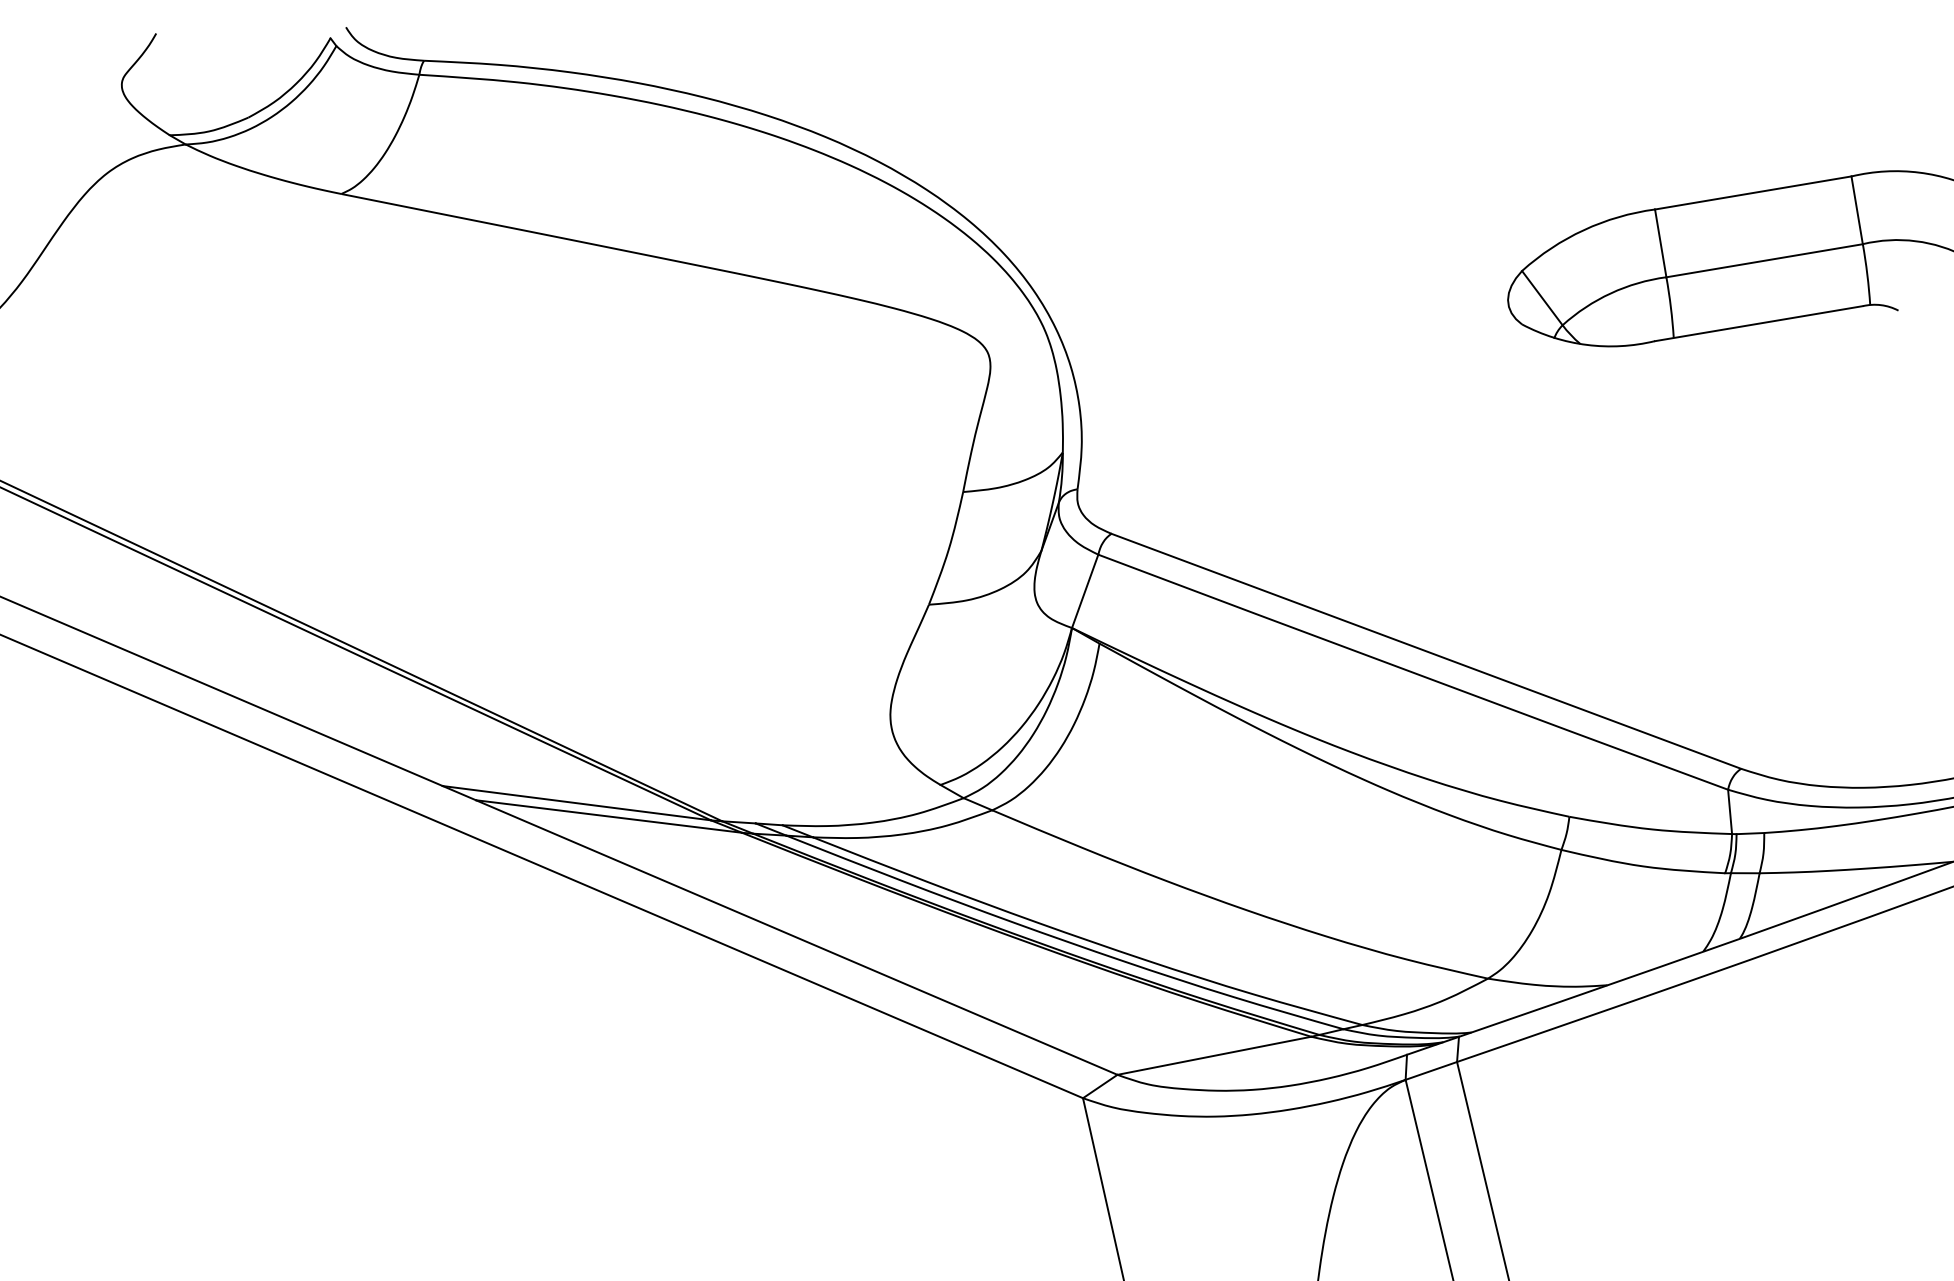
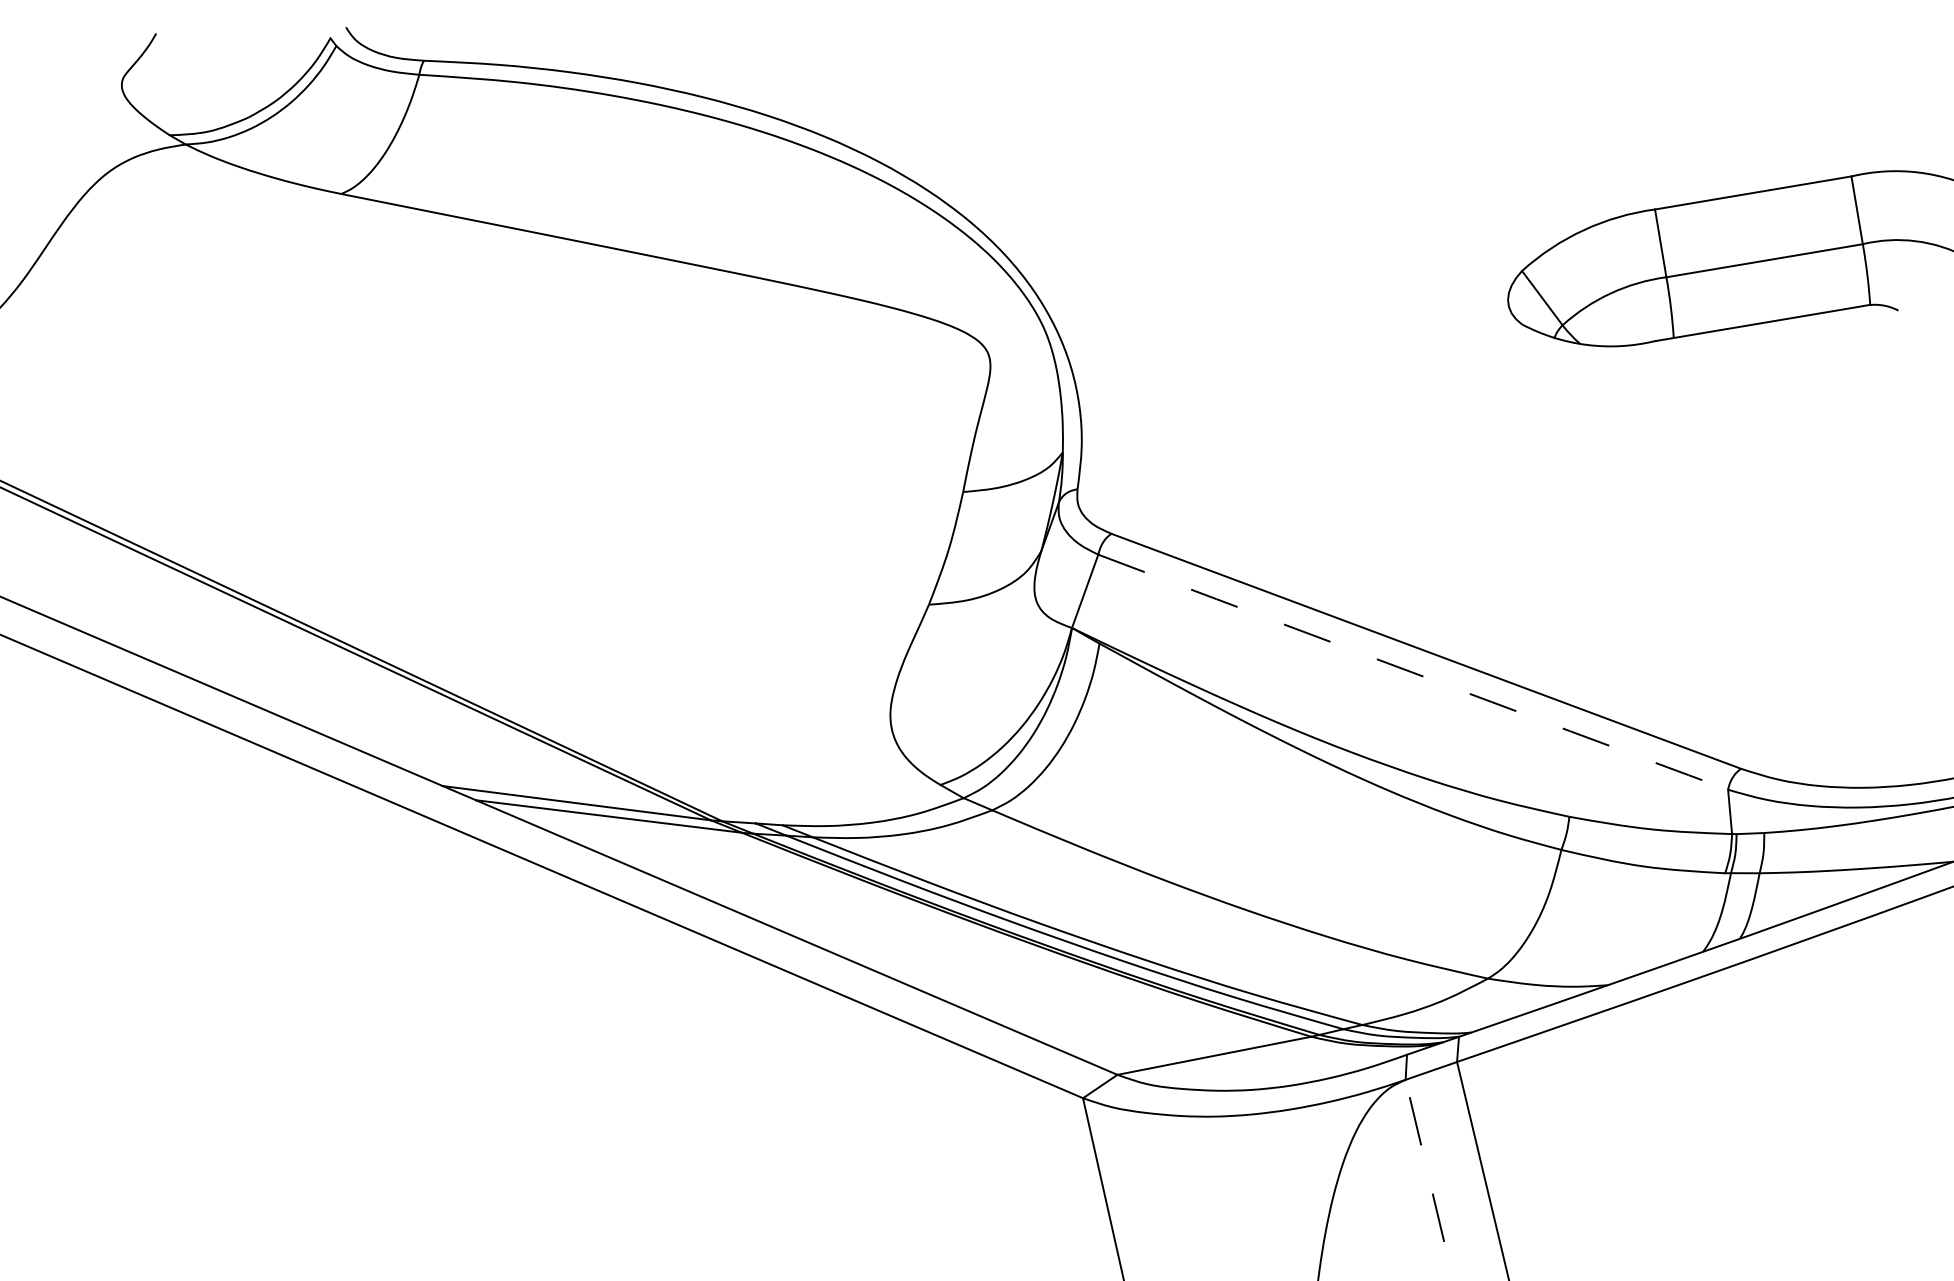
arc at (1413, 672): solid -> dashed
line at (1429, 1179): solid -> dashed
